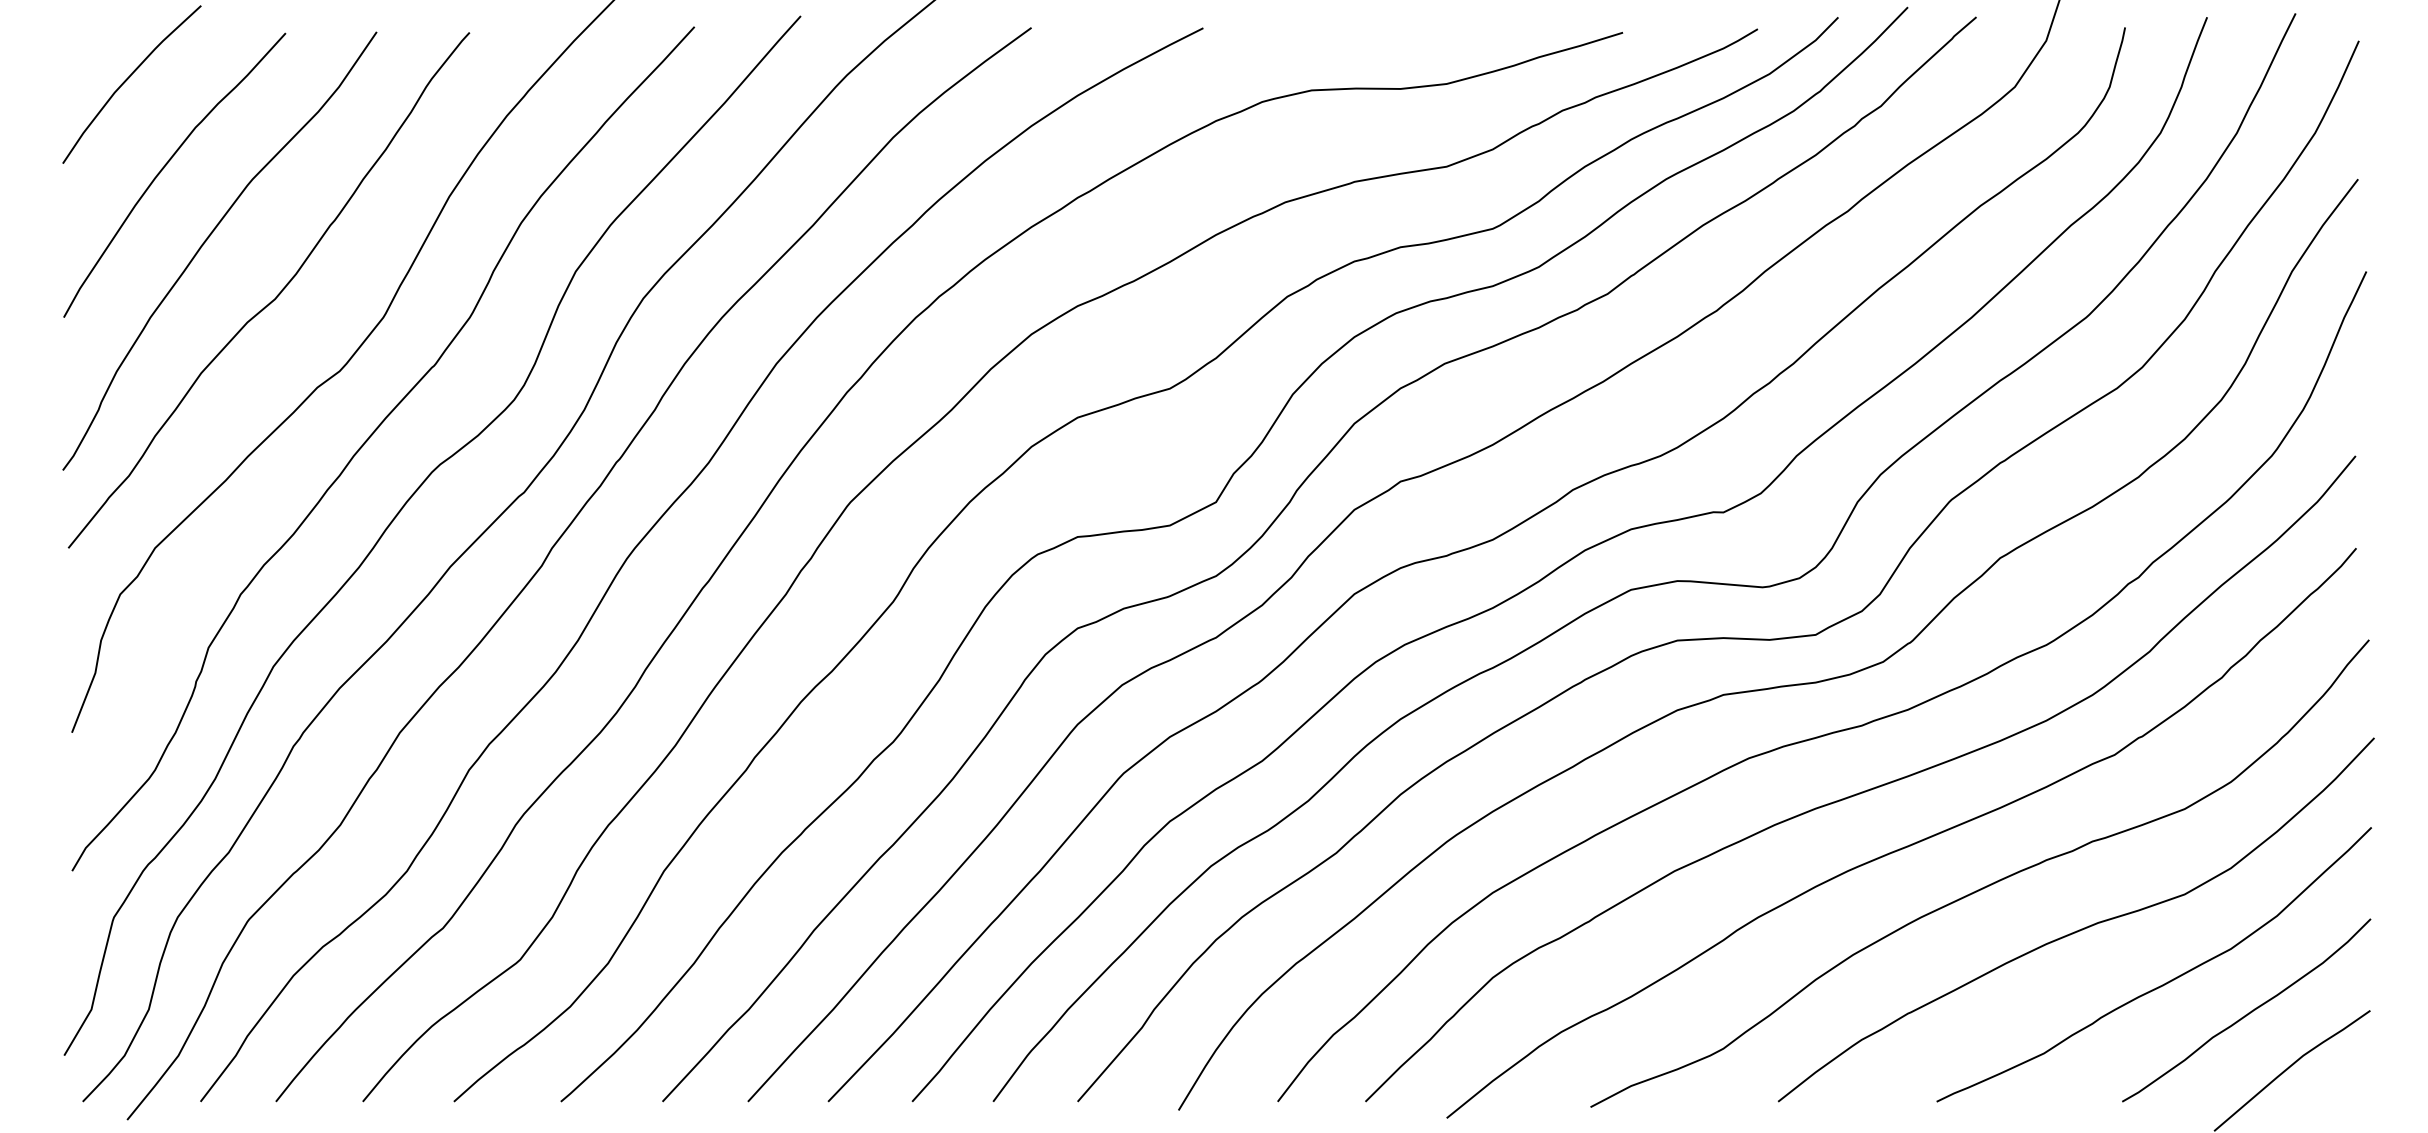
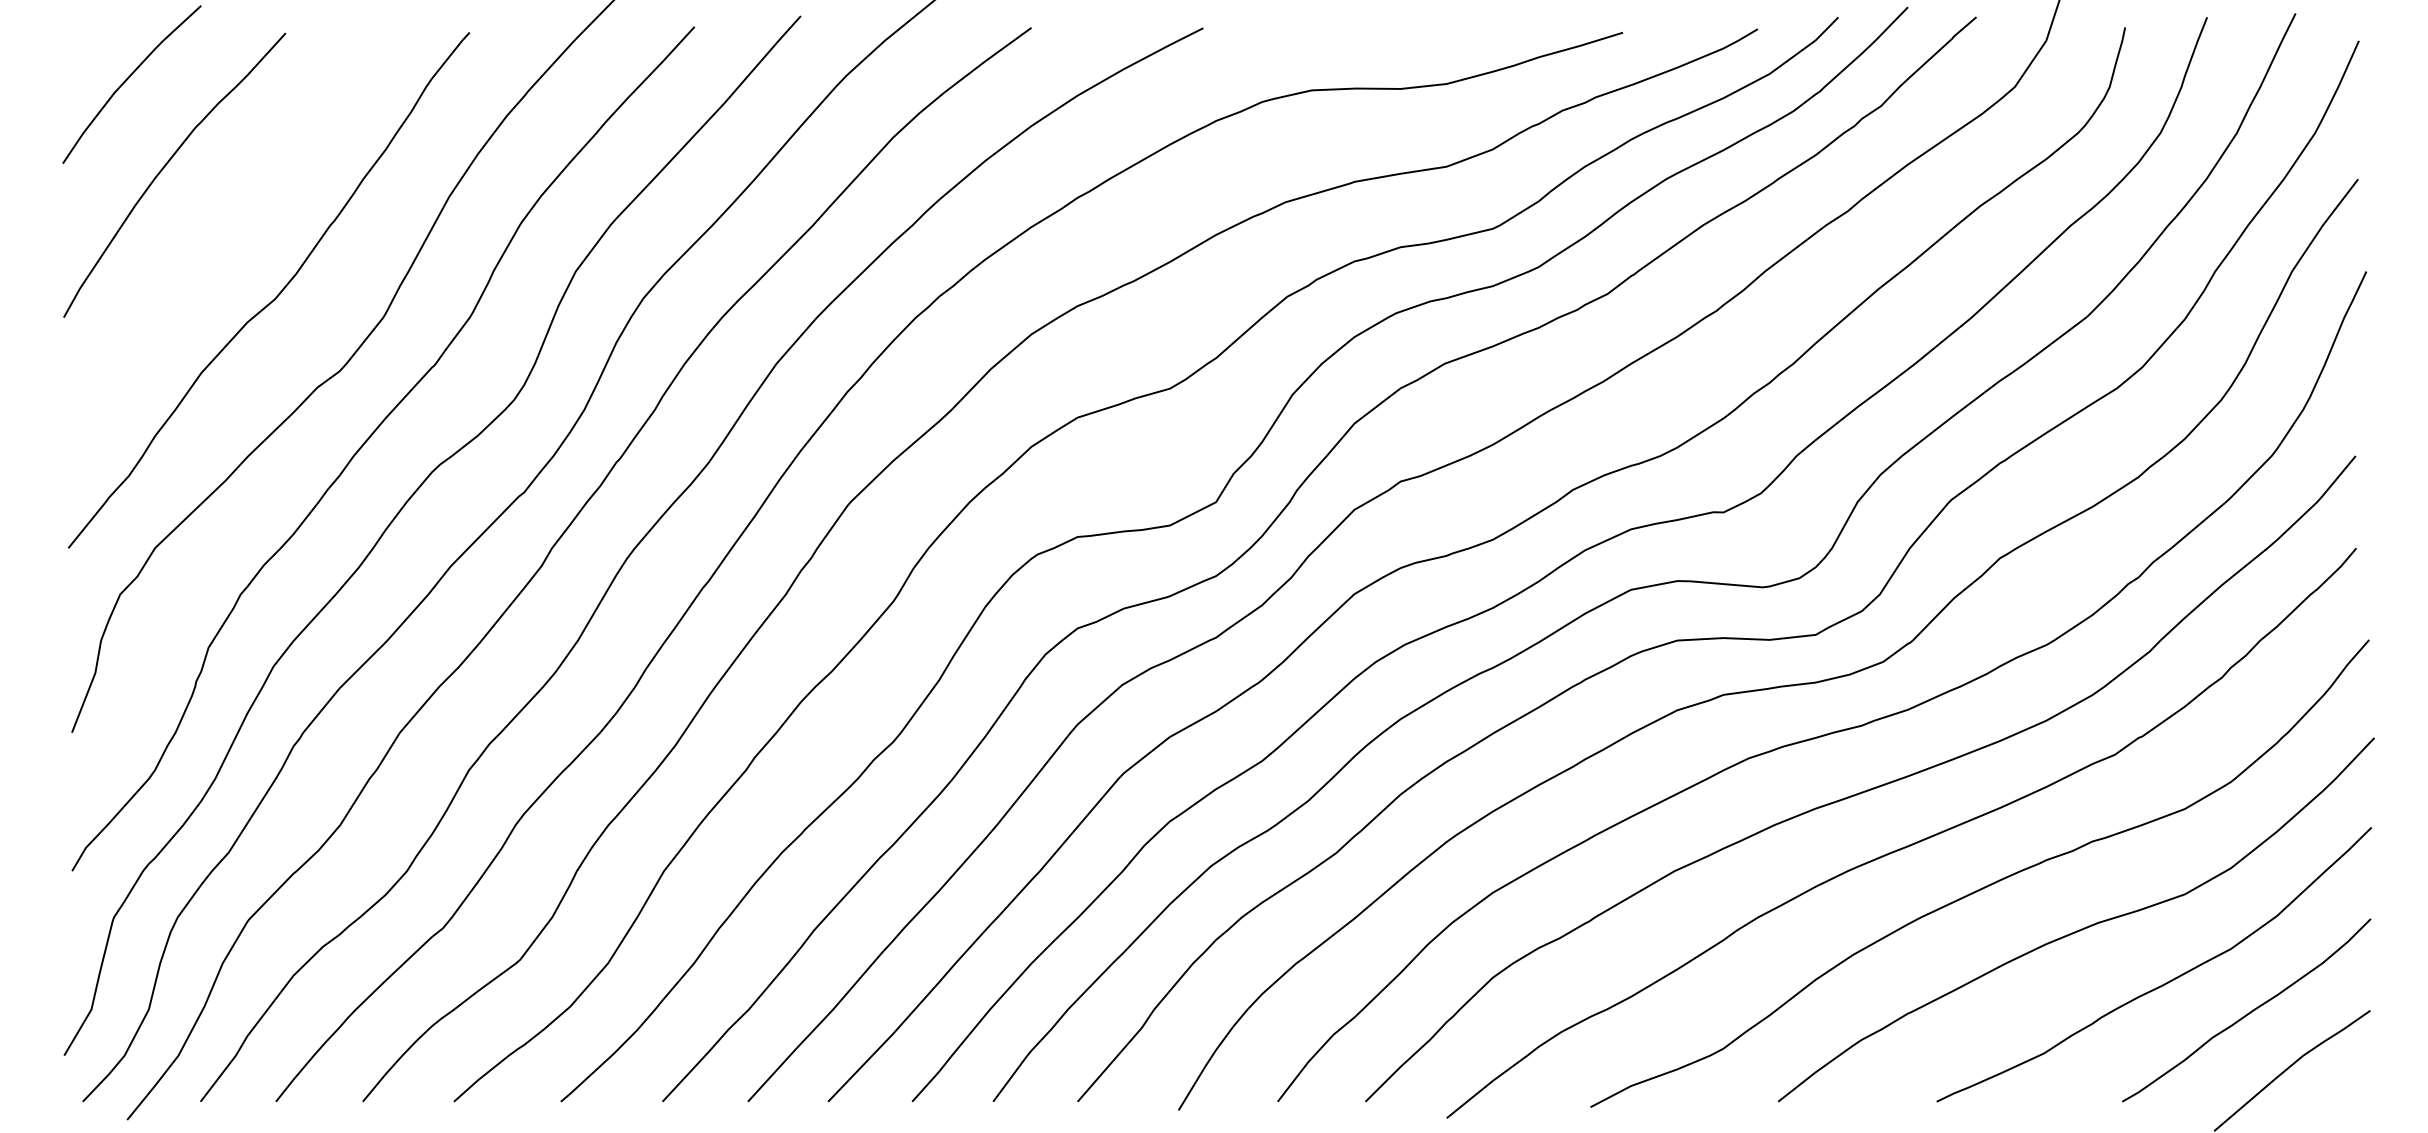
curve at (207, 240): present -> none
